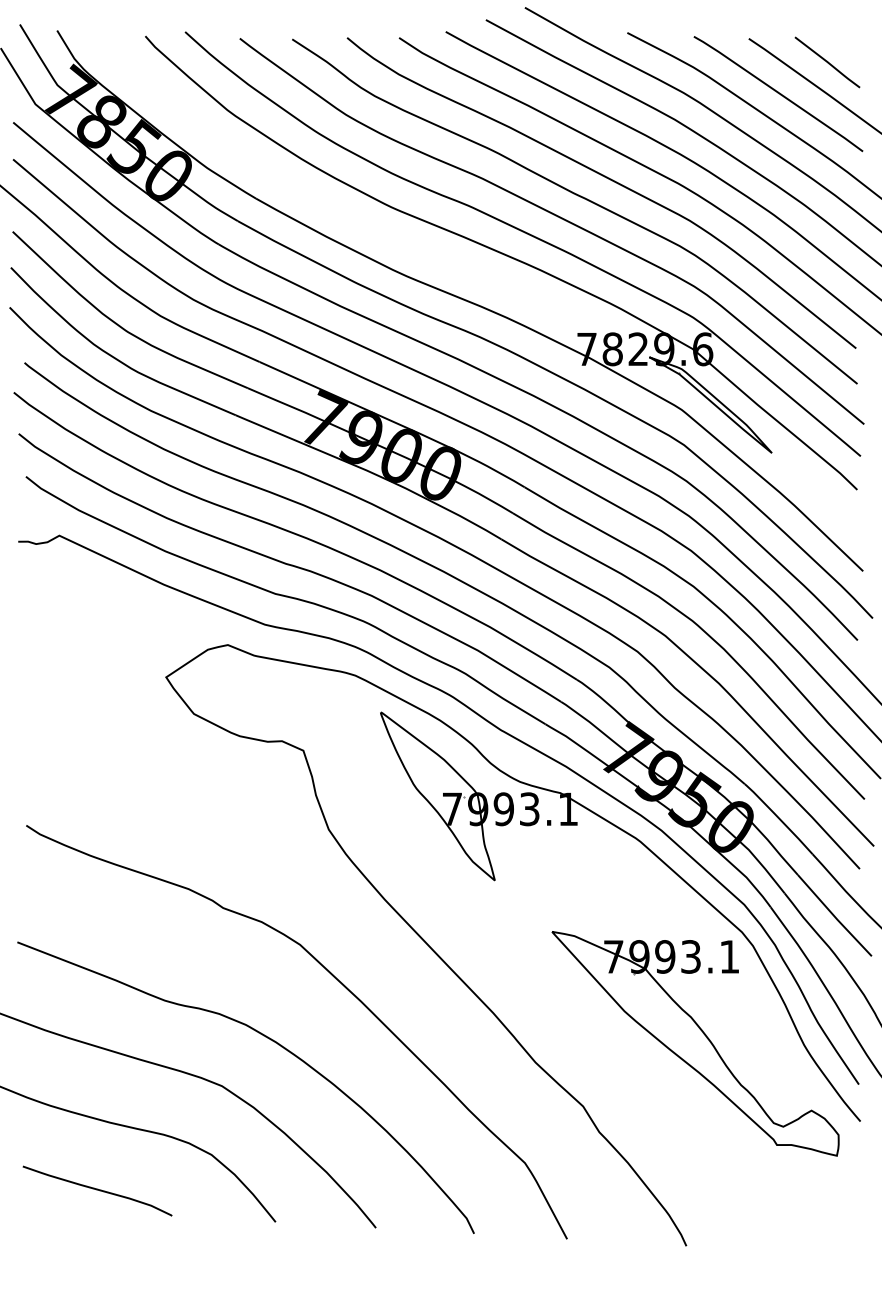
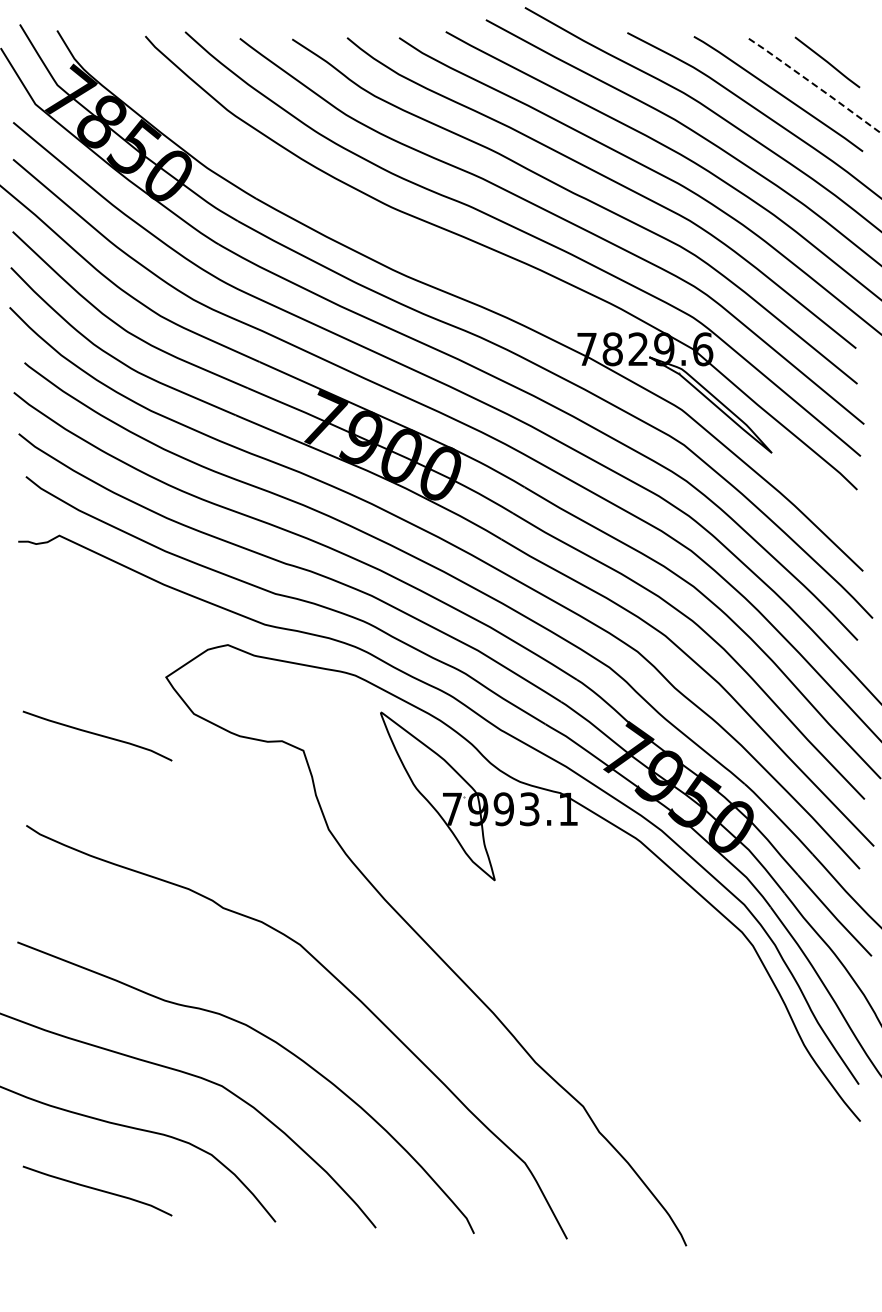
line at (815, 85): solid -> dashed
curve at (97, 735): none -> present
part at (695, 1043): present -> none
